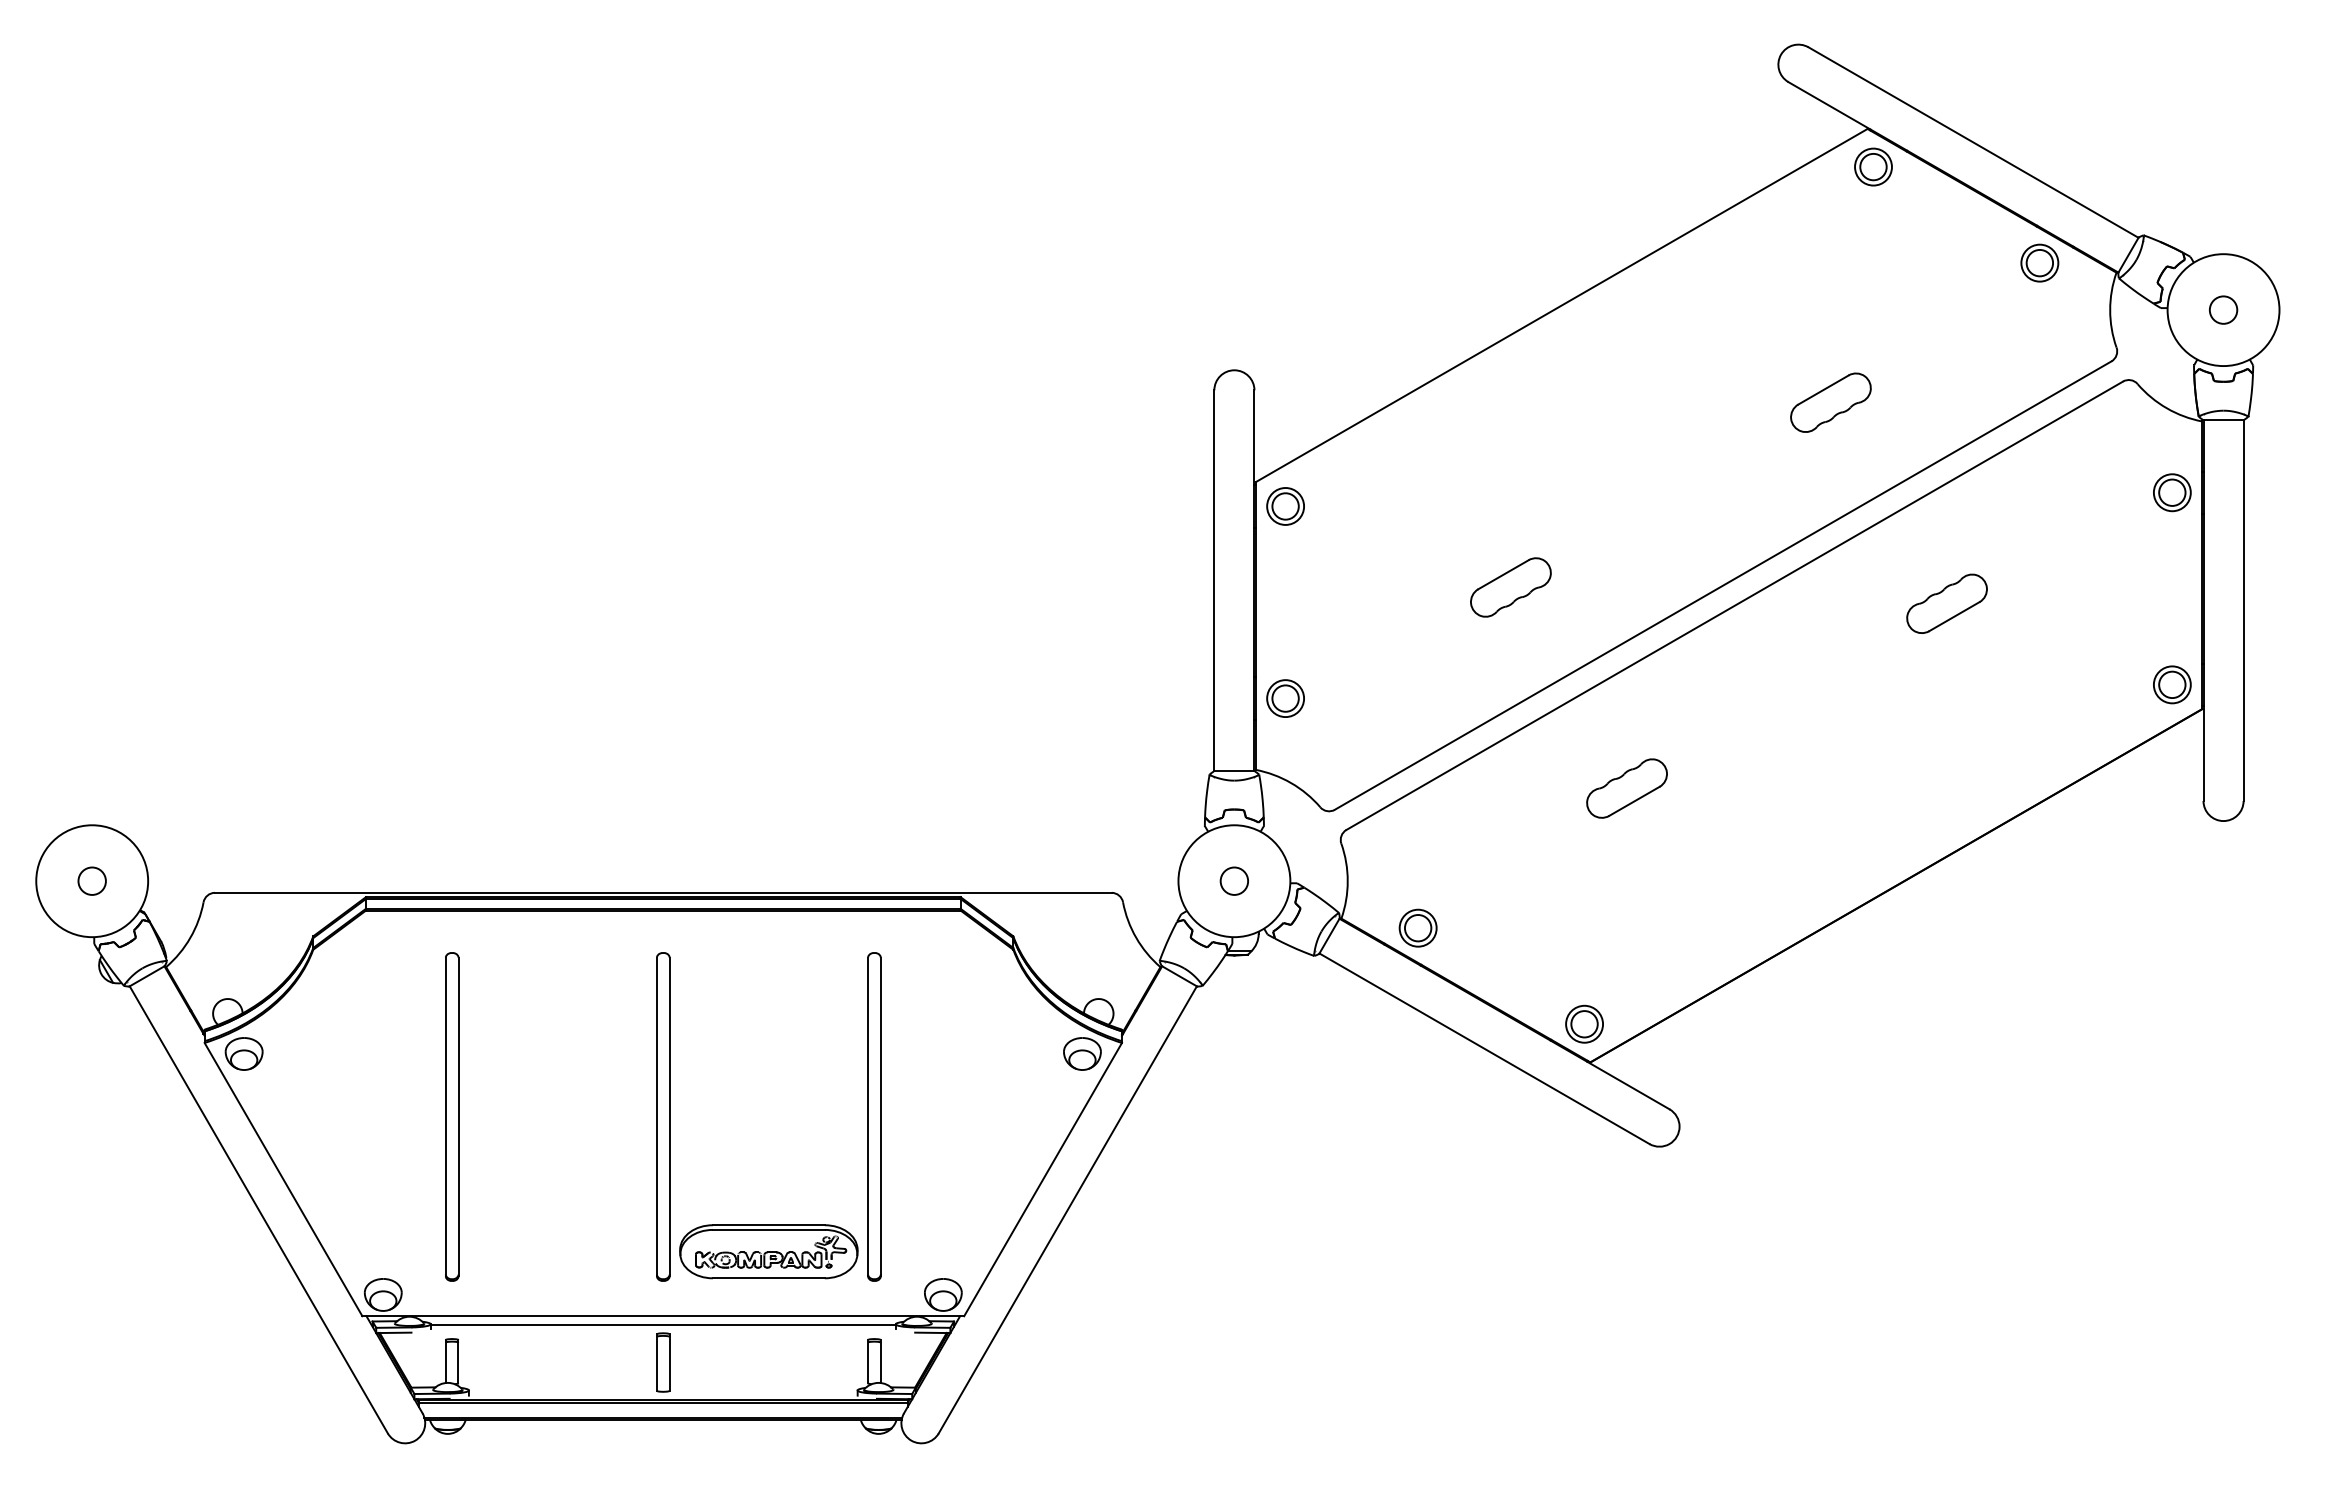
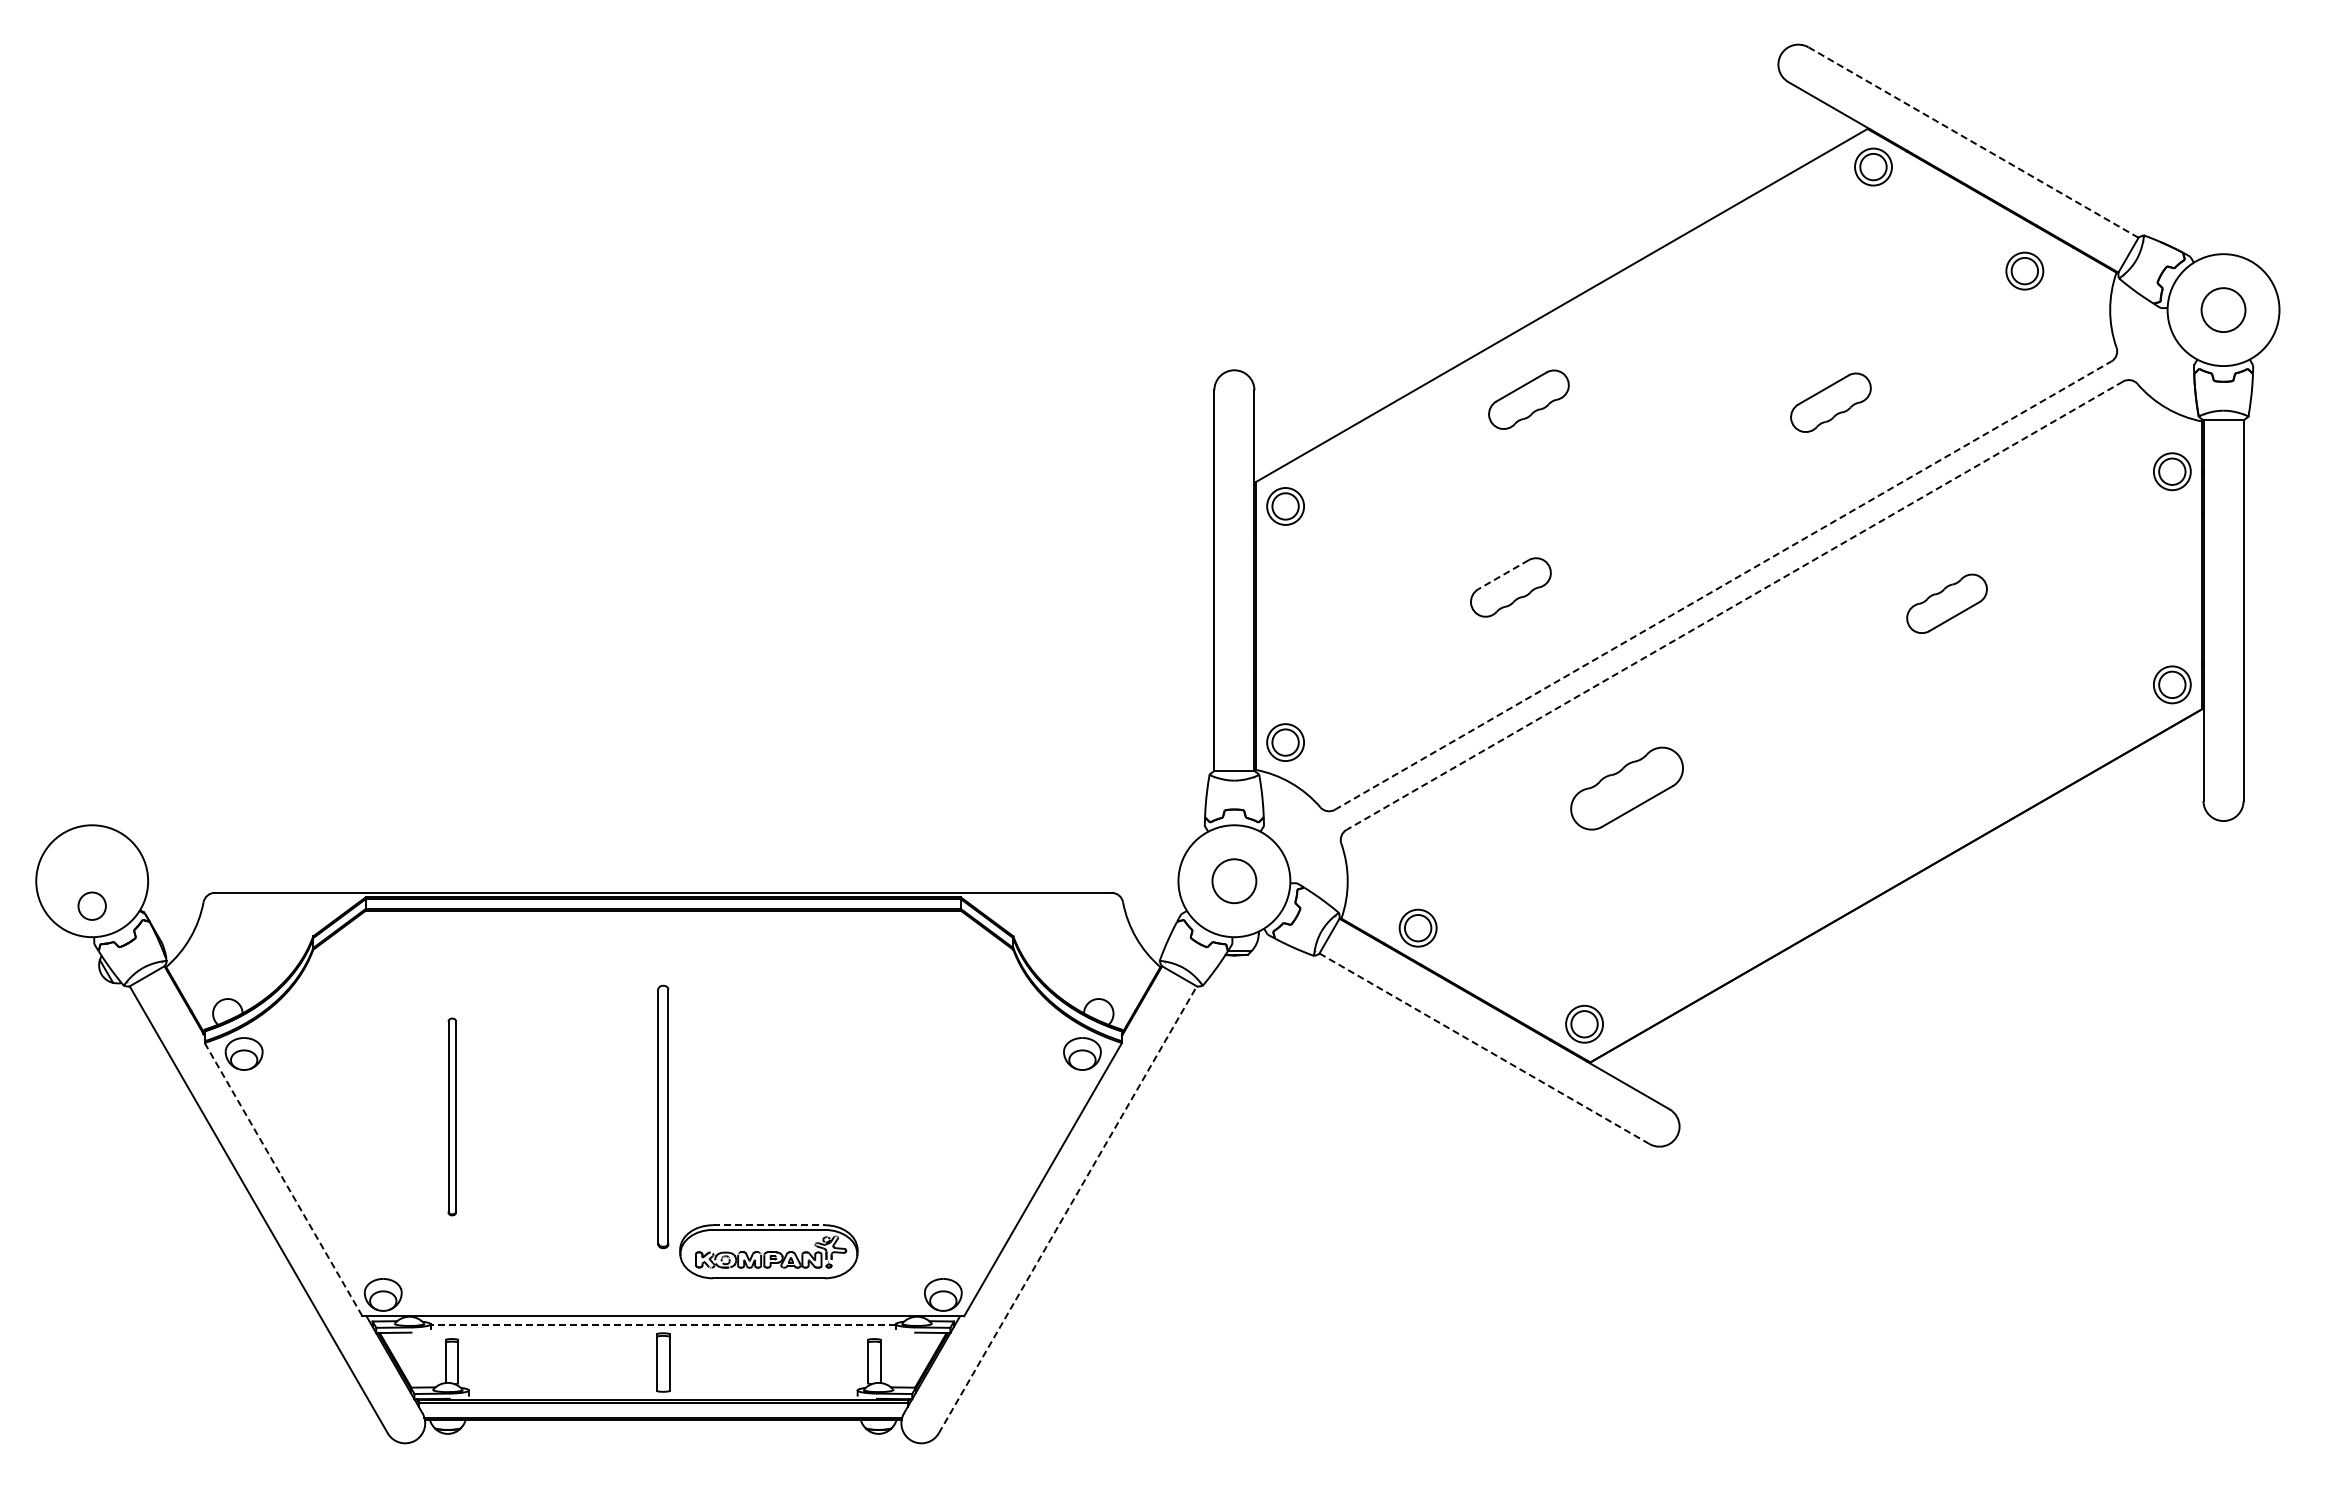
line at (1973, 142): solid -> dashed
part at (2039, 262) position: (2039, 262) -> (2024, 270)
circle at (2223, 309) diameter: 27 px -> 44 px
part at (1528, 399): none -> present
part at (2172, 492) position: (2172, 492) -> (2172, 471)
line at (1503, 574): solid -> dashed
line at (1723, 585): solid -> dashed
line at (1734, 606): solid -> dashed
part at (1285, 698) position: (1285, 698) -> (1285, 742)
part at (1626, 788) size: 82x61 px -> 114x85 px
circle at (91, 880) position: (91, 880) -> (91, 905)
circle at (1234, 880) diameter: 27 px -> 44 px
line at (1484, 1048): solid -> dashed
part at (452, 1116) size: 15x330 px -> 10x200 px
part at (663, 1116) size: 15x330 px -> 13x266 px
part at (874, 1116): present -> none
line at (283, 1179): solid -> dashed
line at (1068, 1209): solid -> dashed
line at (768, 1225): solid -> dashed
line at (663, 1324): solid -> dashed
